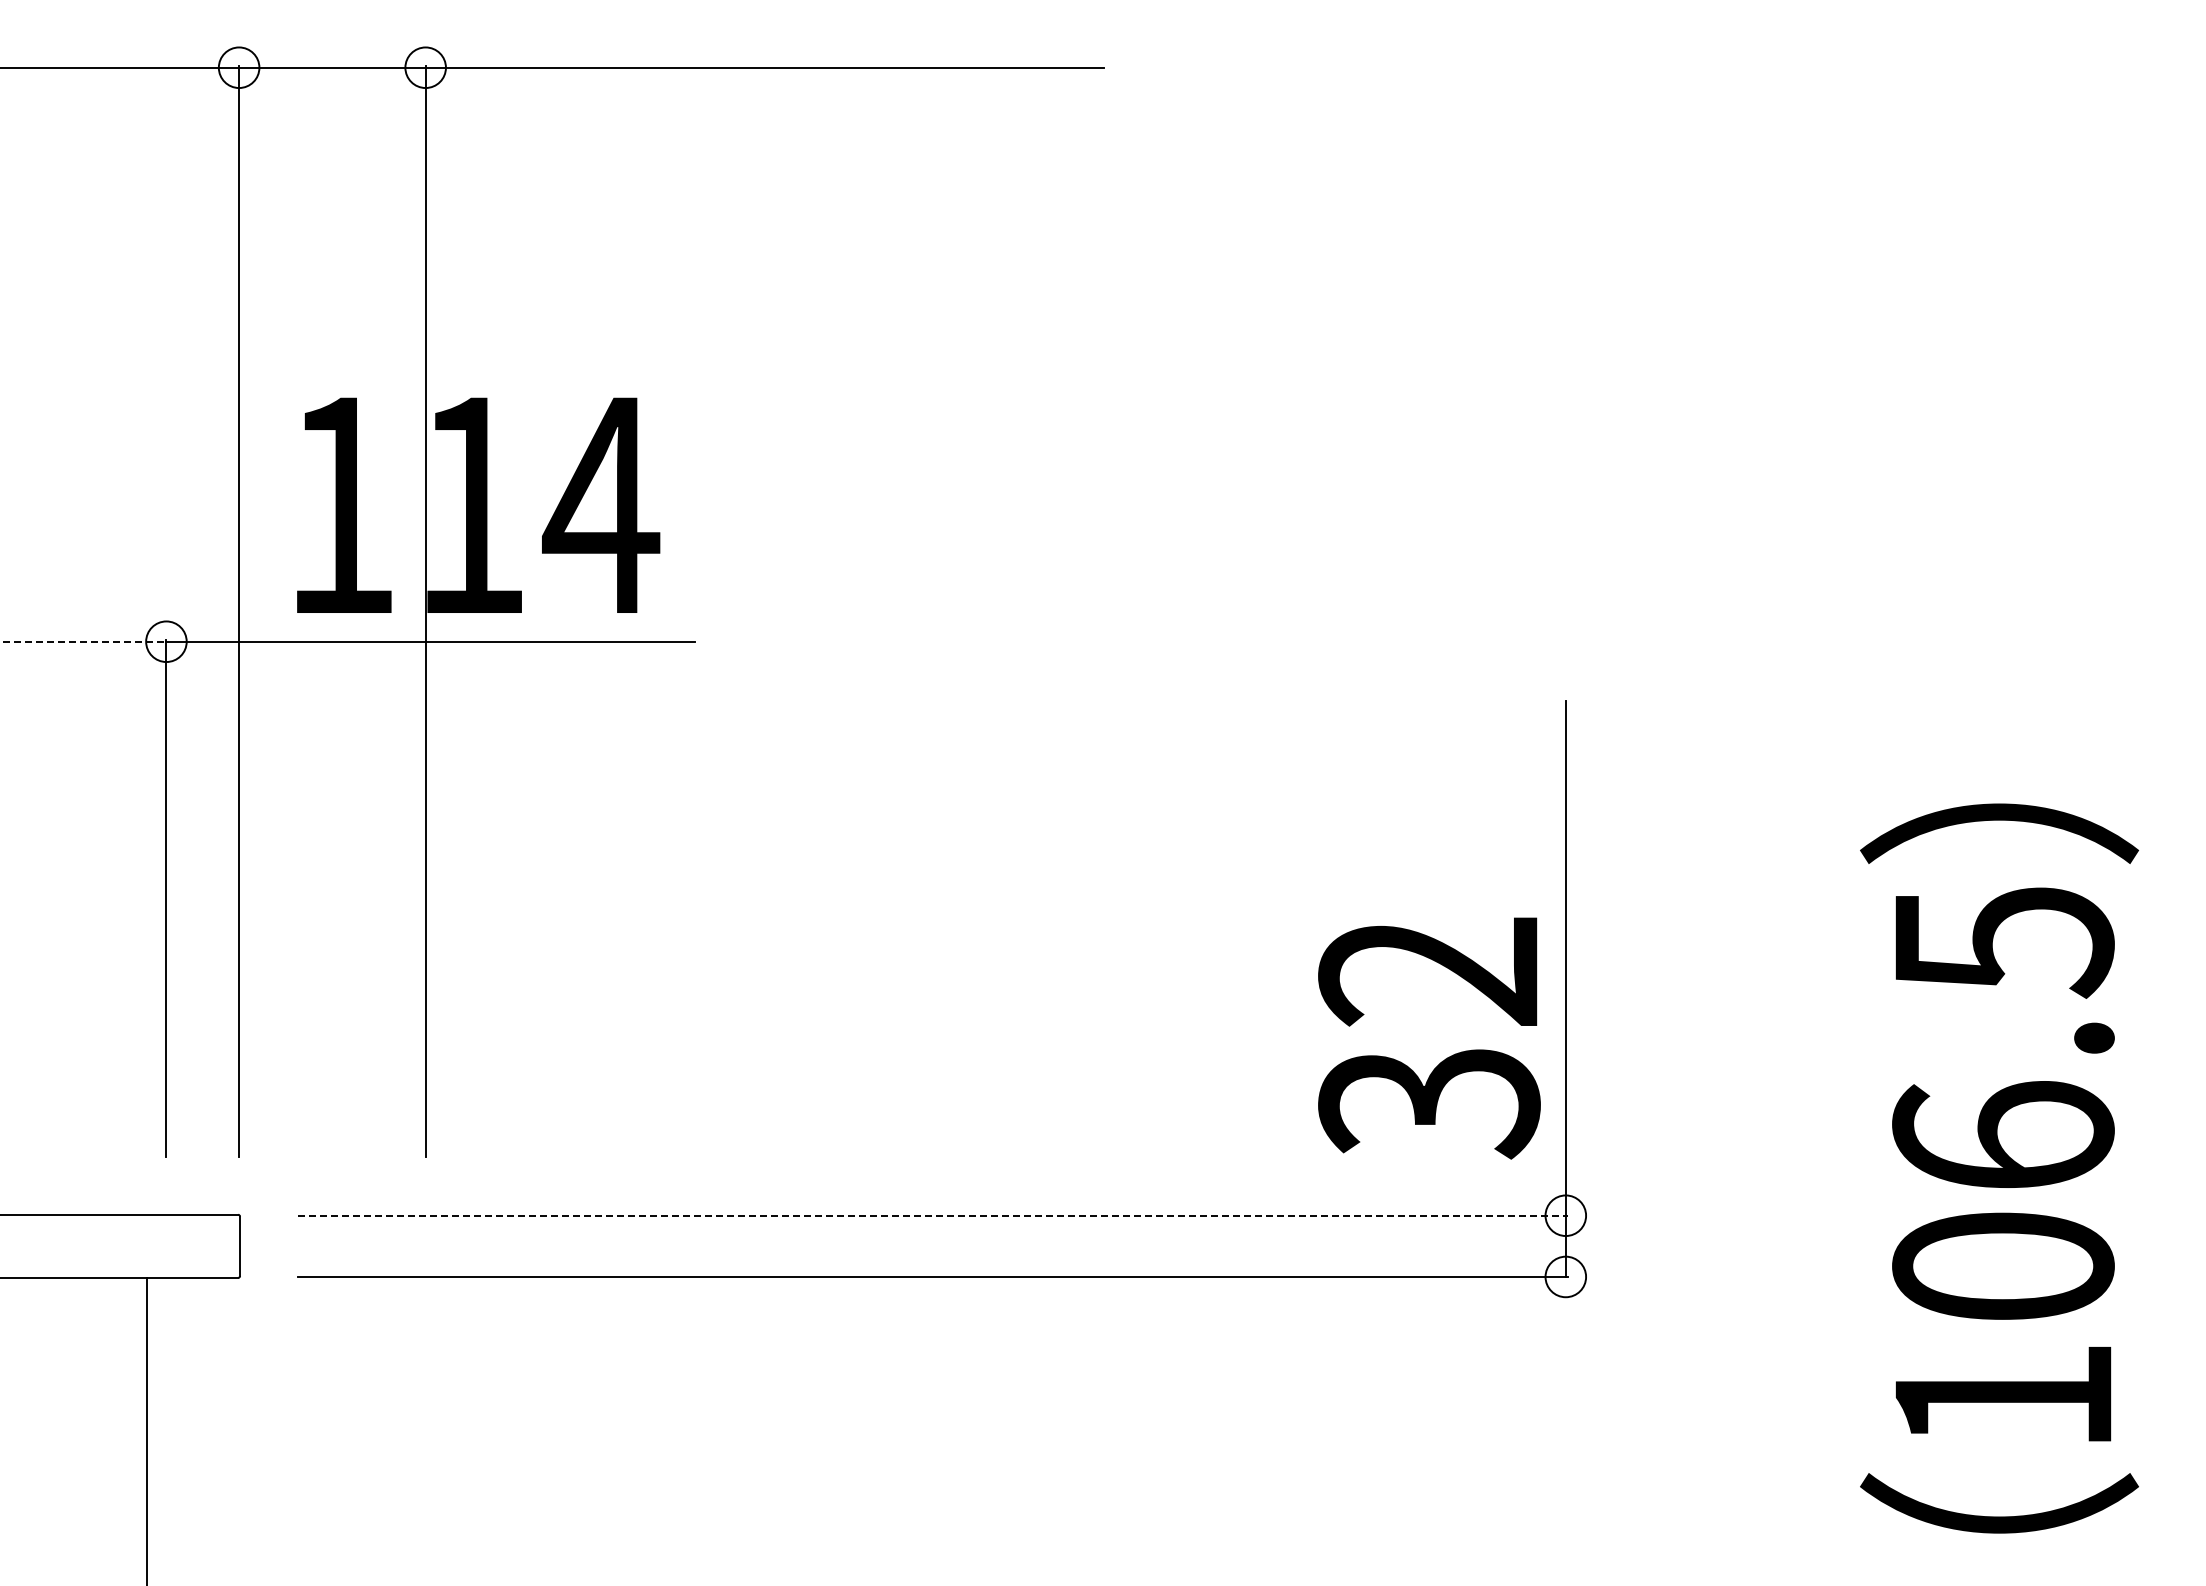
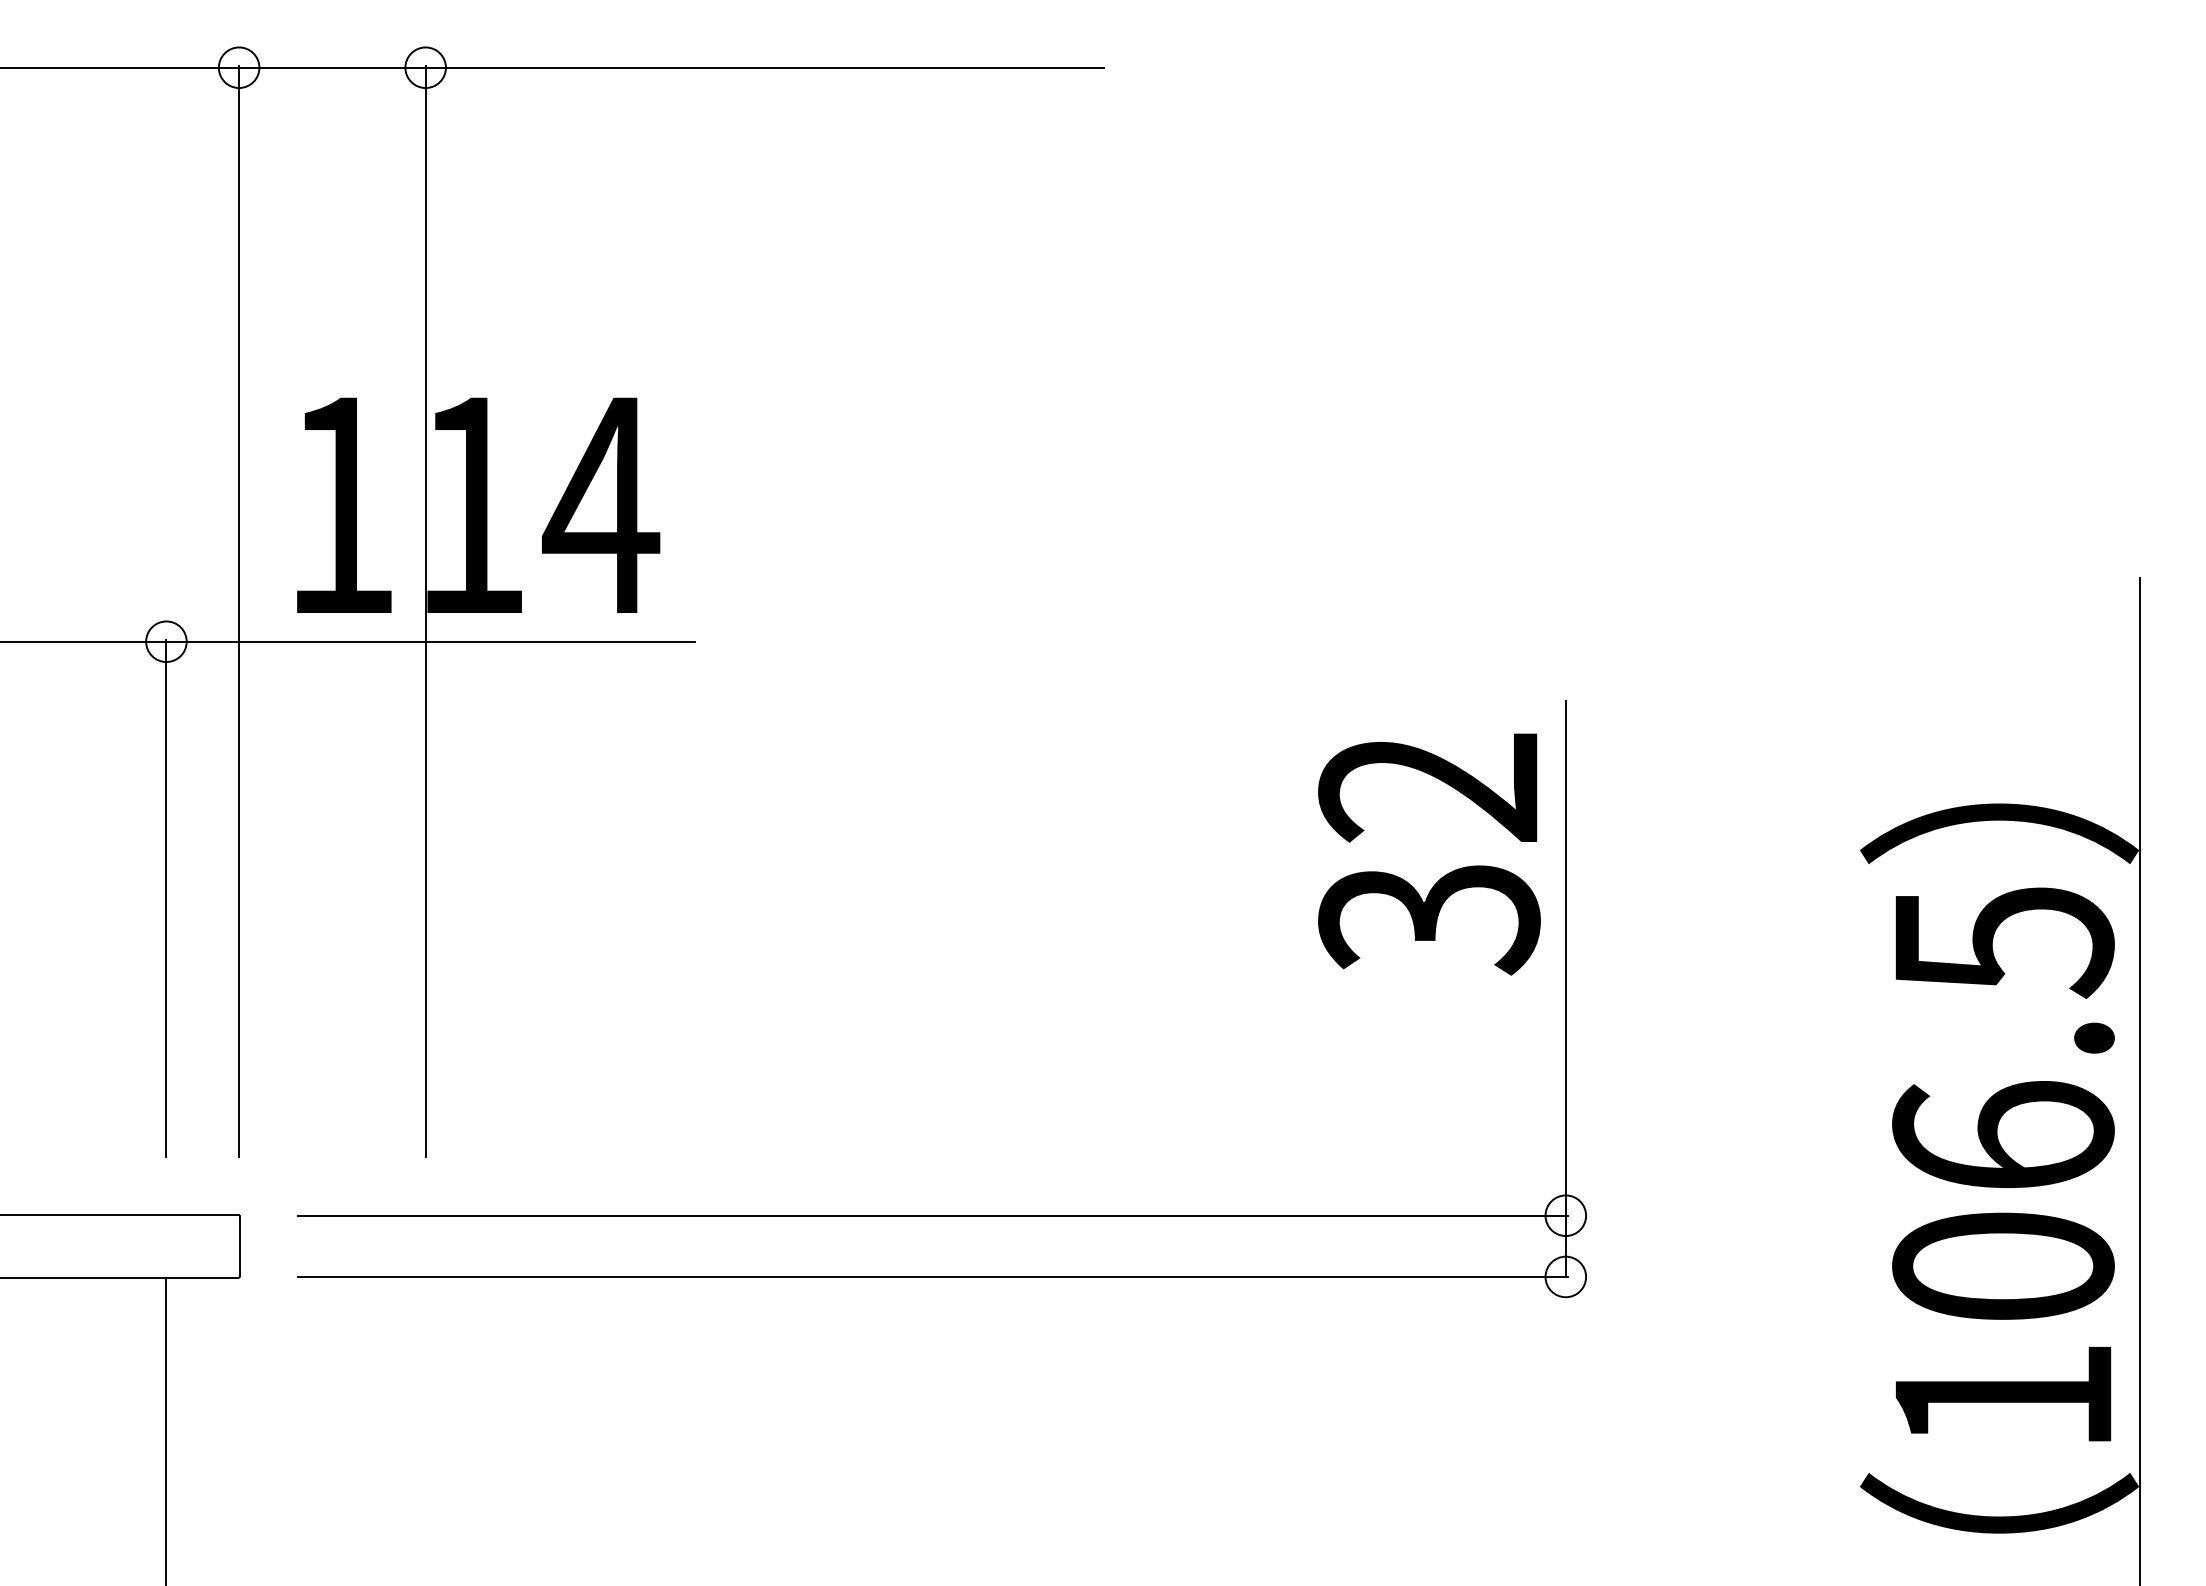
line at (83, 641): dashed -> solid
text at (1429, 1038) position: (1429, 1038) -> (1429, 854)
line at (2139, 1079): none -> present
line at (933, 1215): dashed -> solid
line at (147, 1429) position: (147, 1429) -> (166, 1429)
